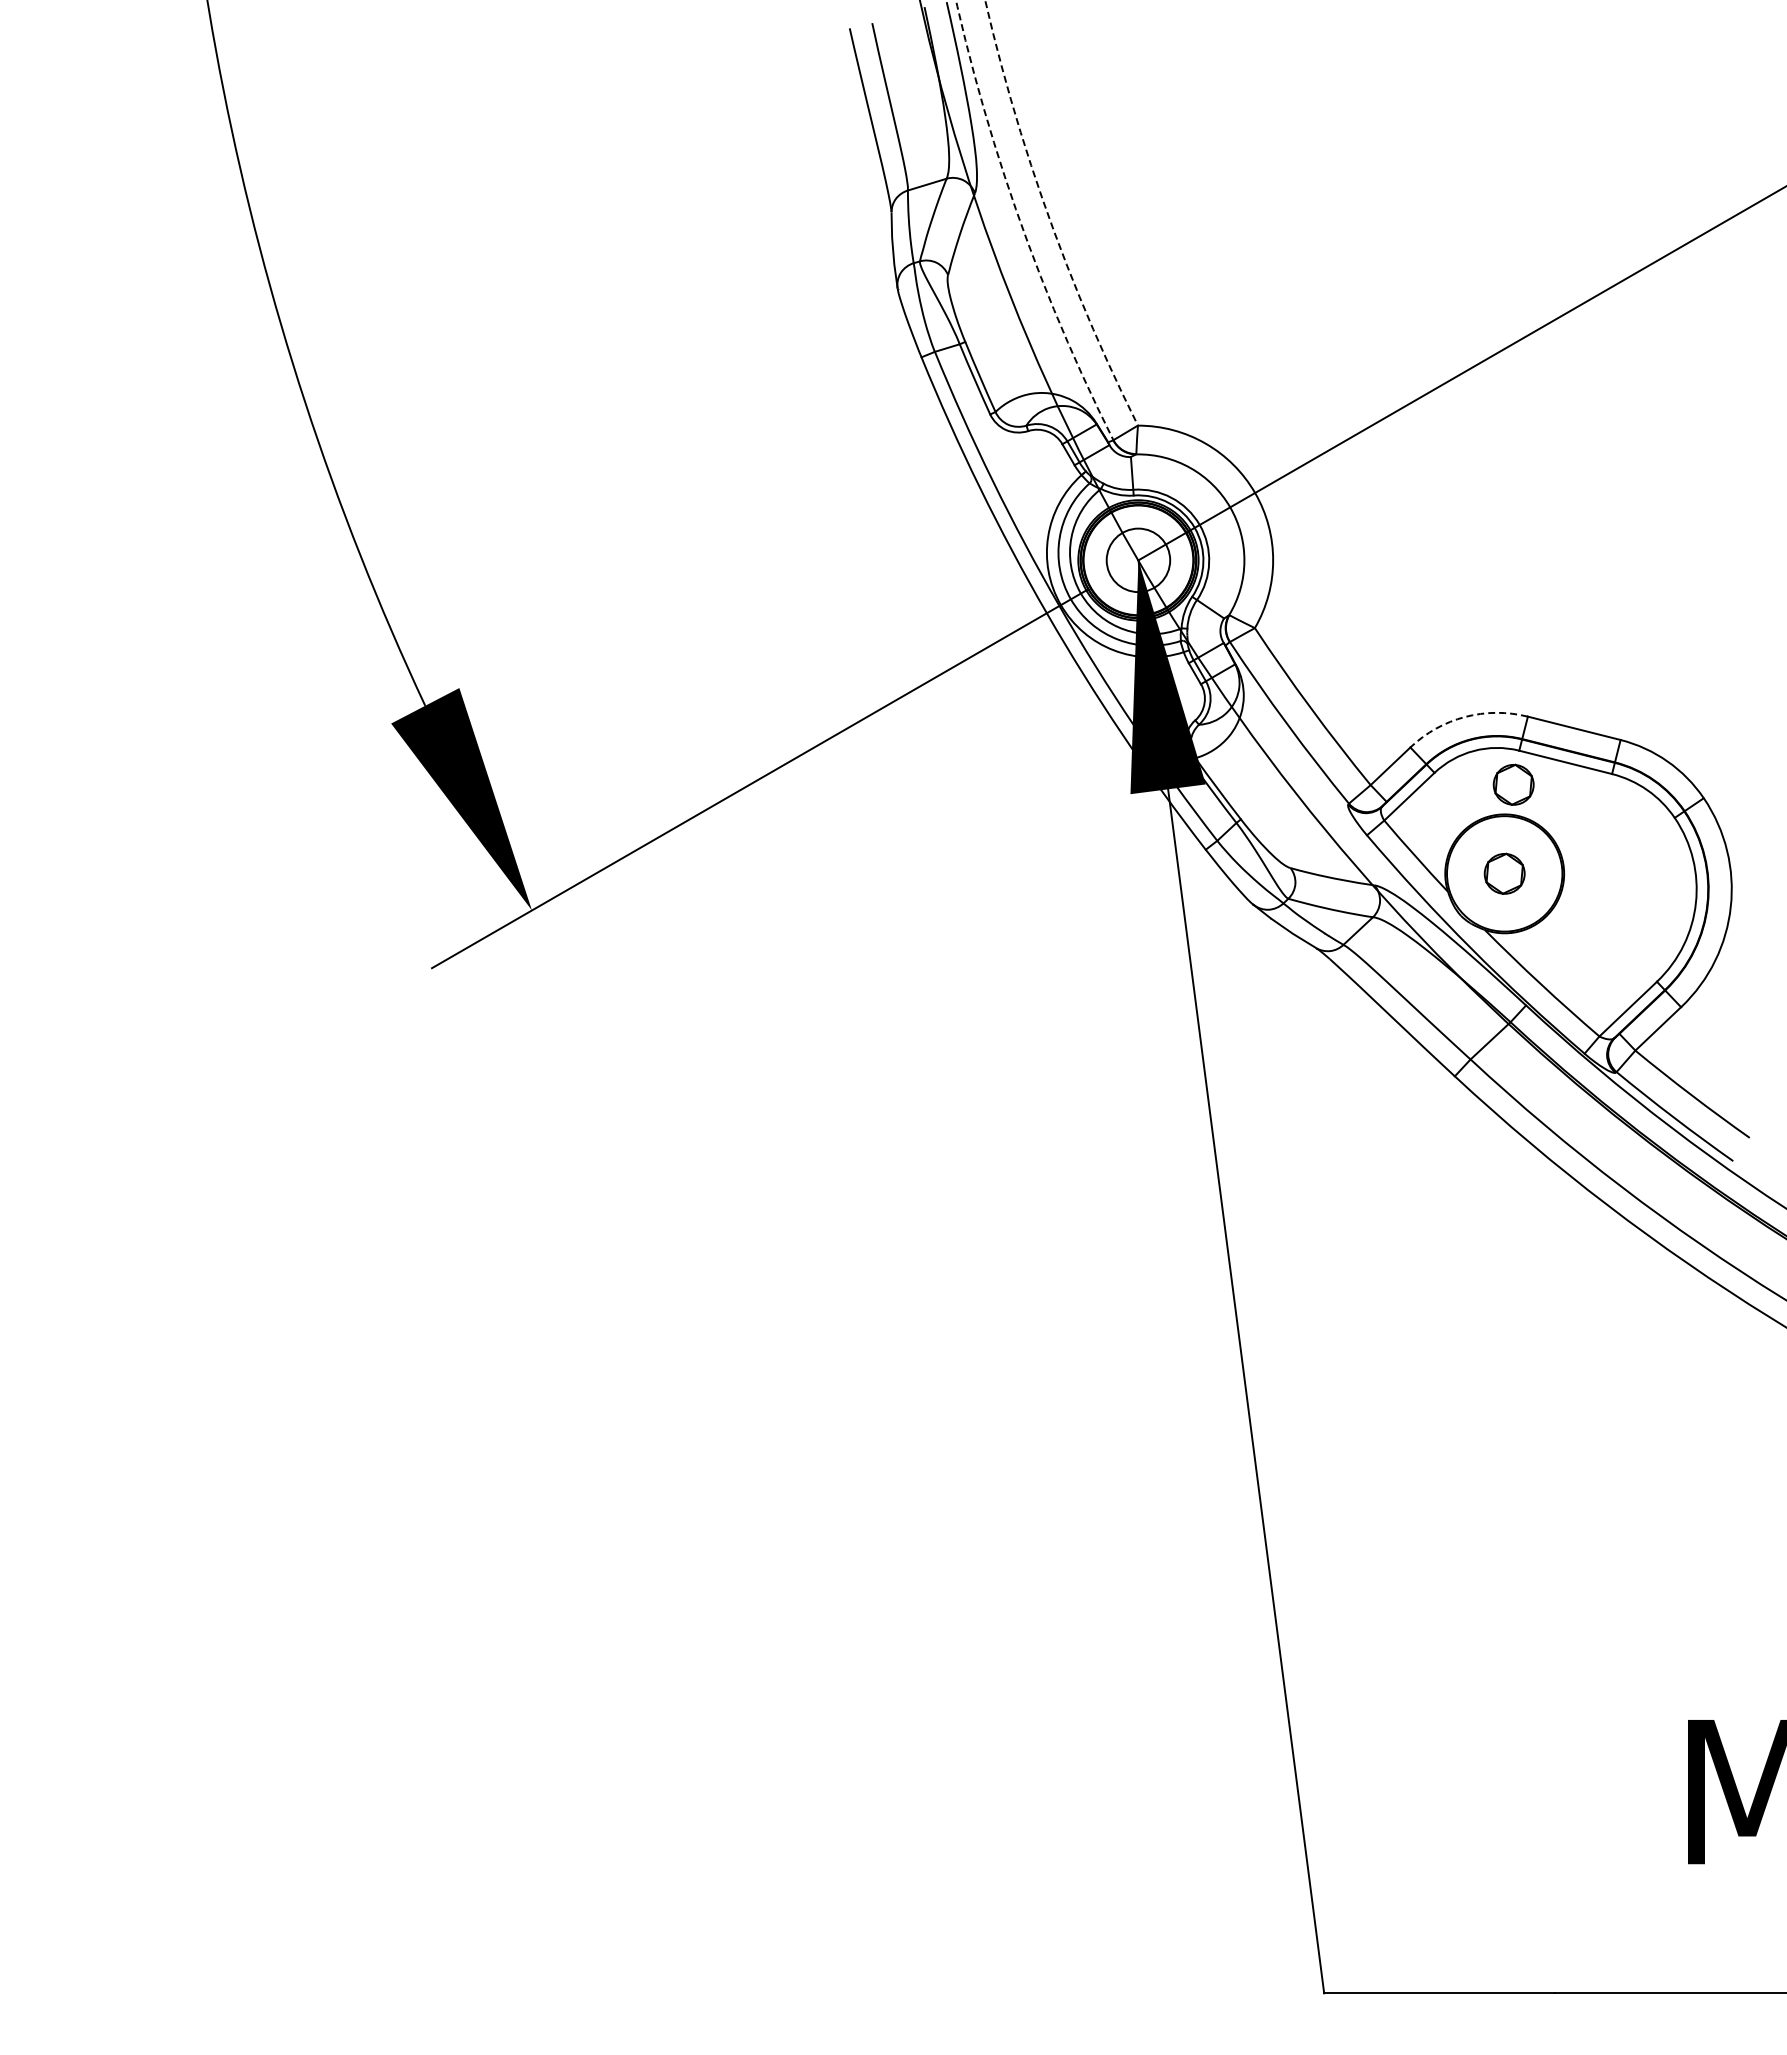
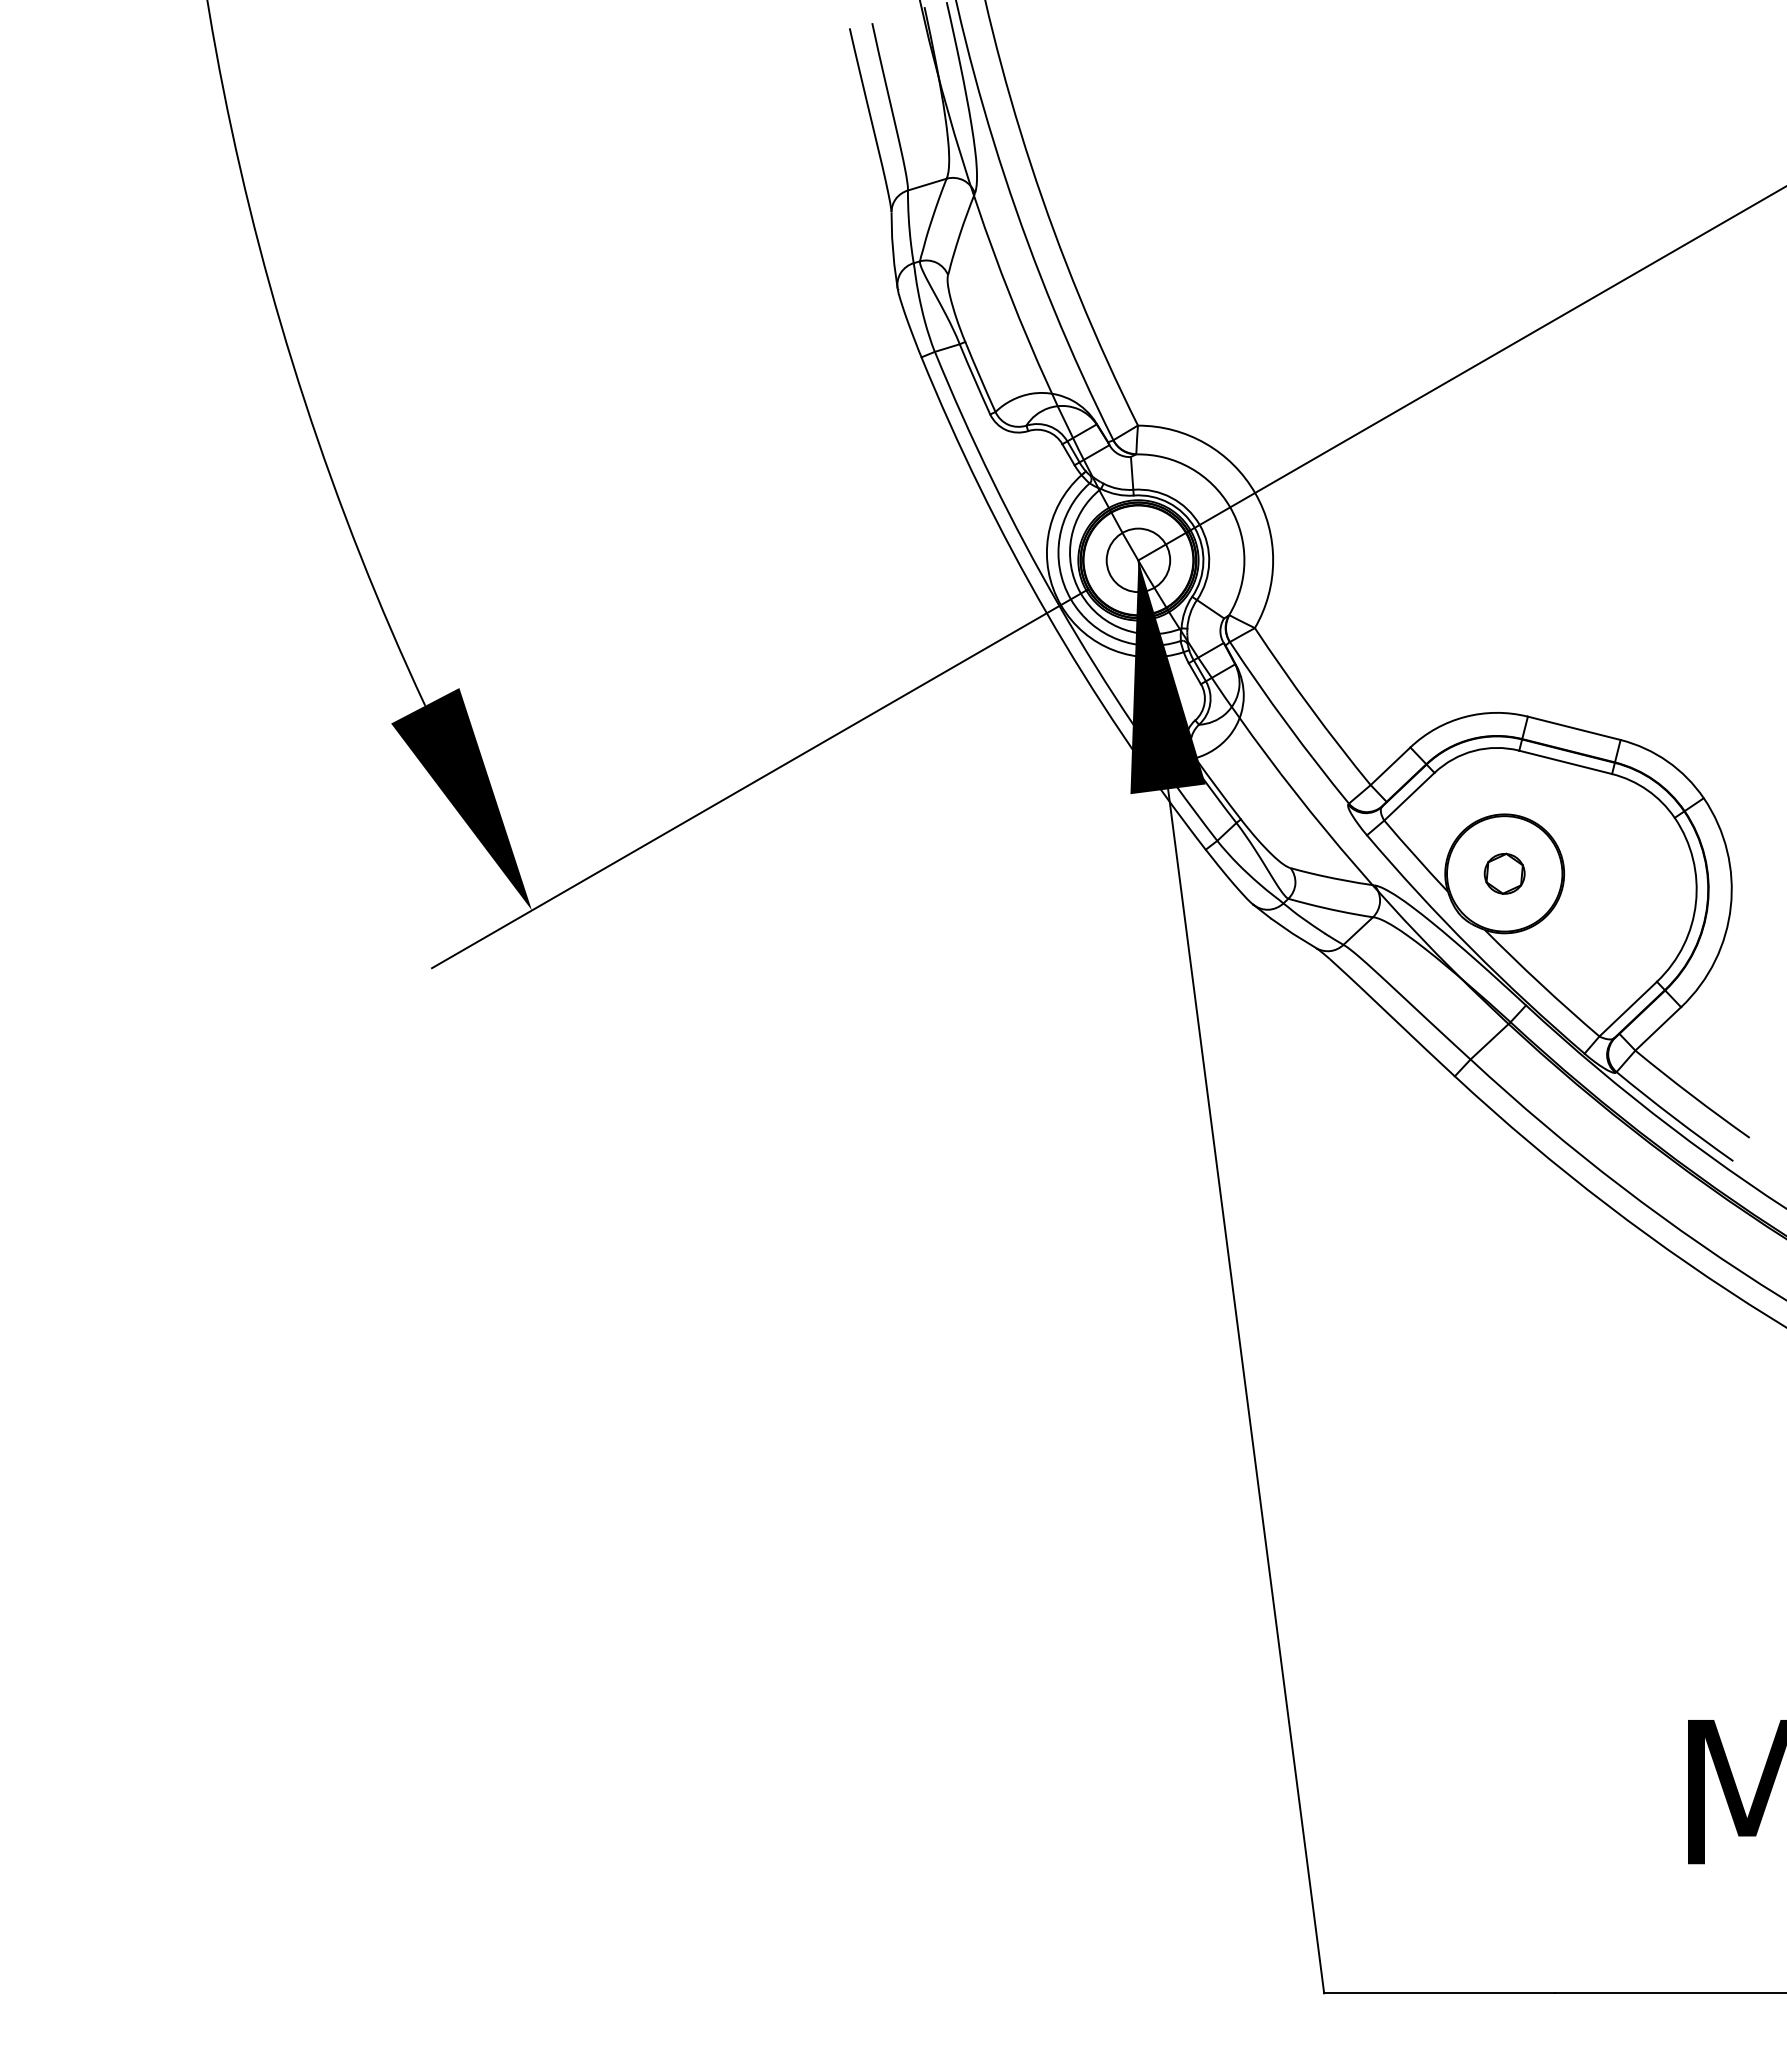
arc at (1049, 219): dashed -> solid
arc at (1021, 223): dashed -> solid
arc at (1465, 716): dashed -> solid
part at (1513, 784): present -> none
